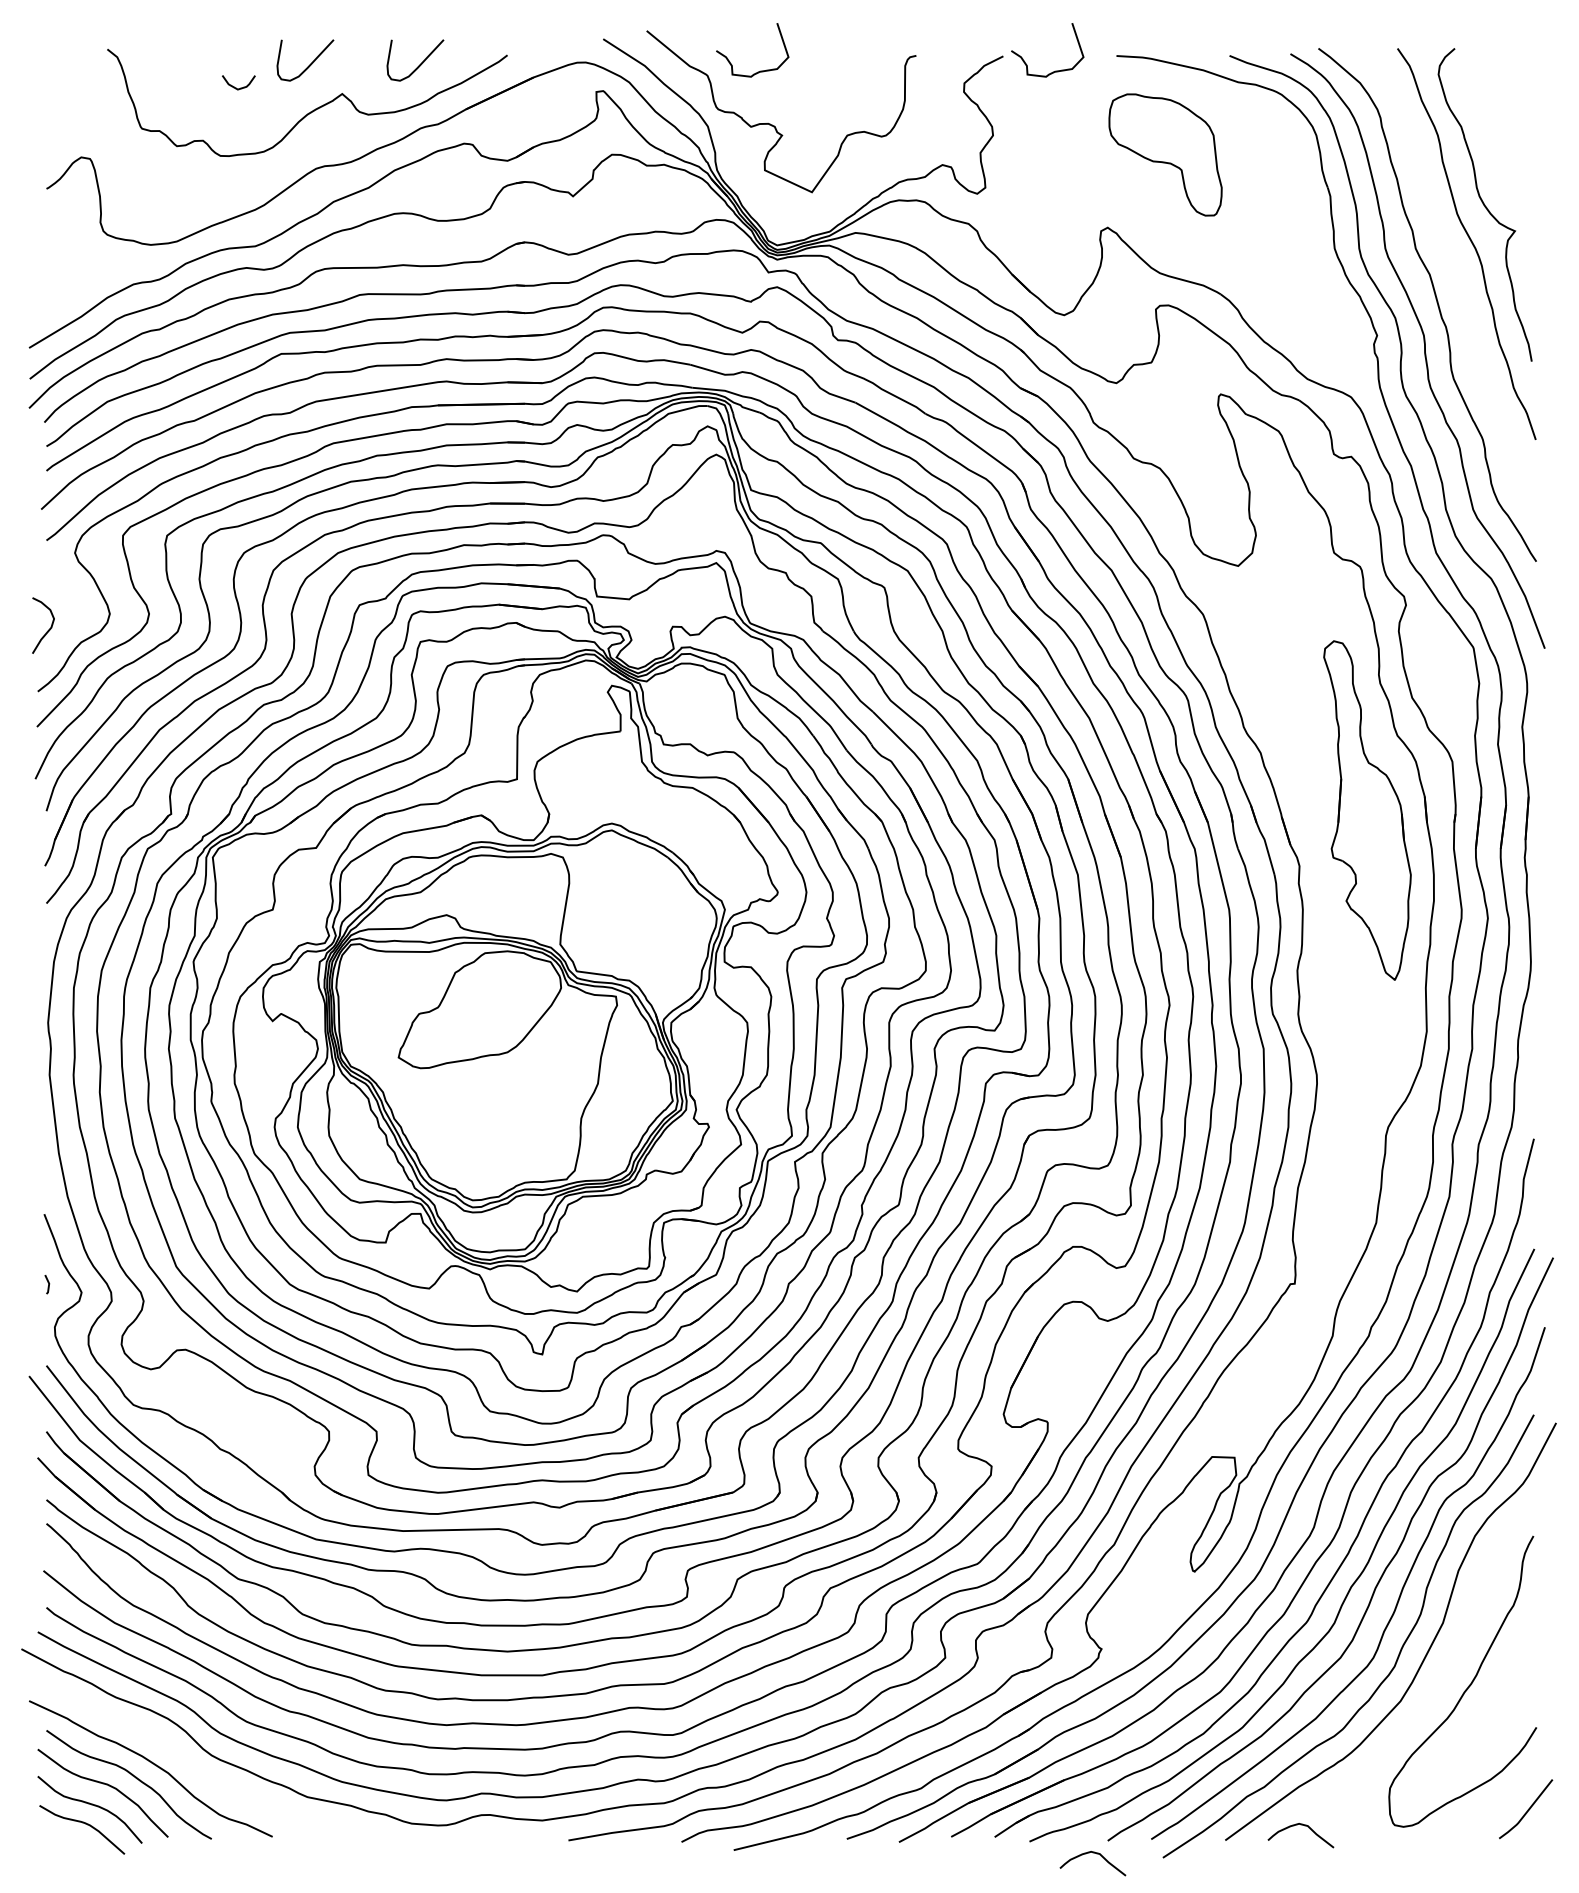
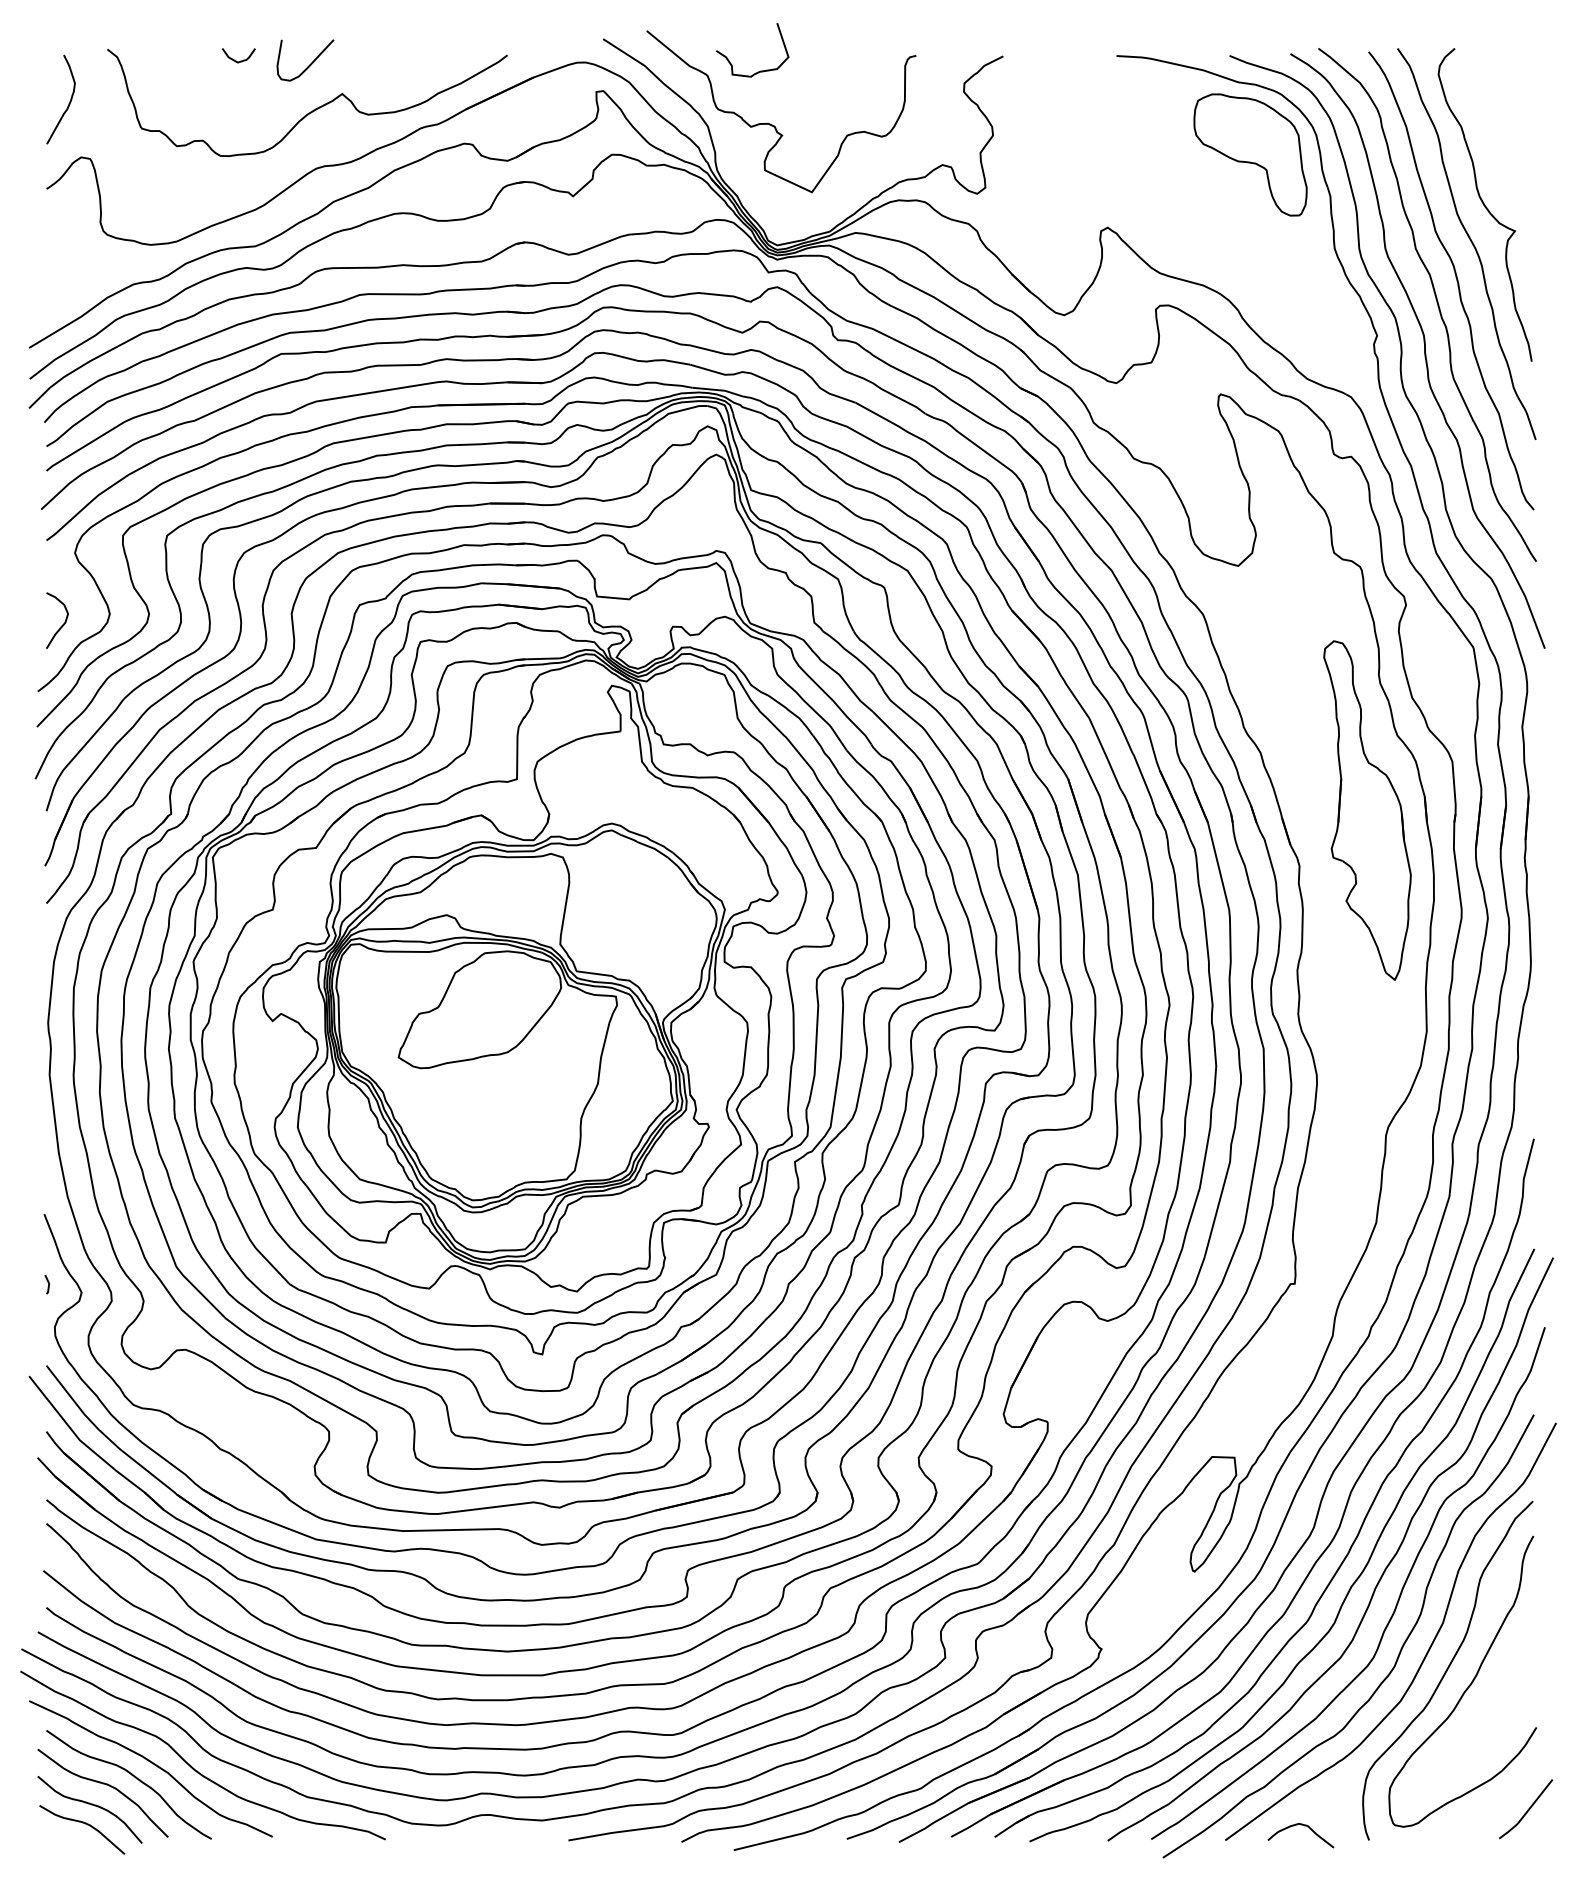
curve at (419, 64): present -> none
curve at (1055, 70): present -> none
curve at (236, 87) position: (236, 87) -> (236, 60)
curve at (68, 103): none -> present
part at (1165, 154) position: (1165, 154) -> (1250, 154)
curve at (1455, 277): none -> present
curve at (48, 629) position: (48, 629) -> (62, 624)
curve at (1447, 1670): none -> present
curve at (191, 1765): none -> present
curve at (1096, 1854): present -> none
